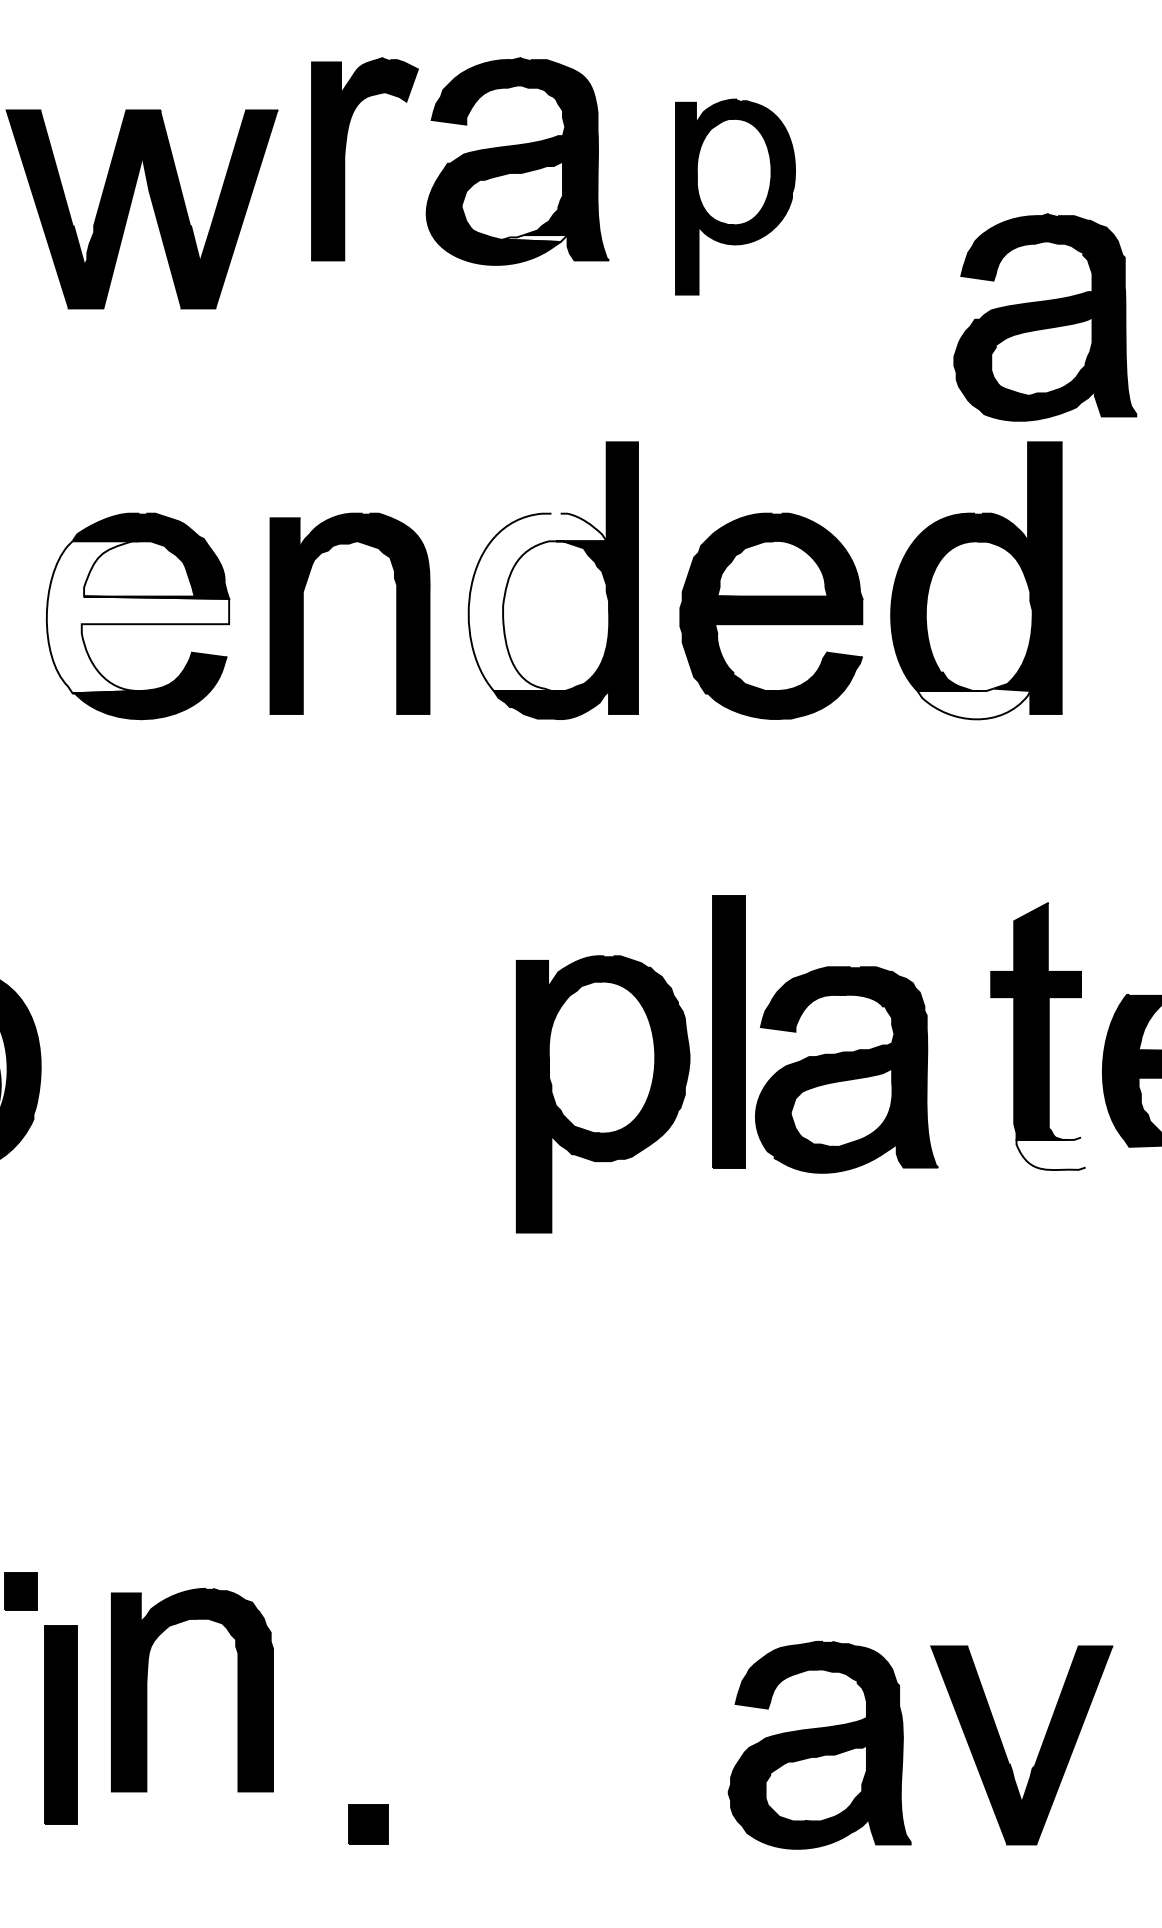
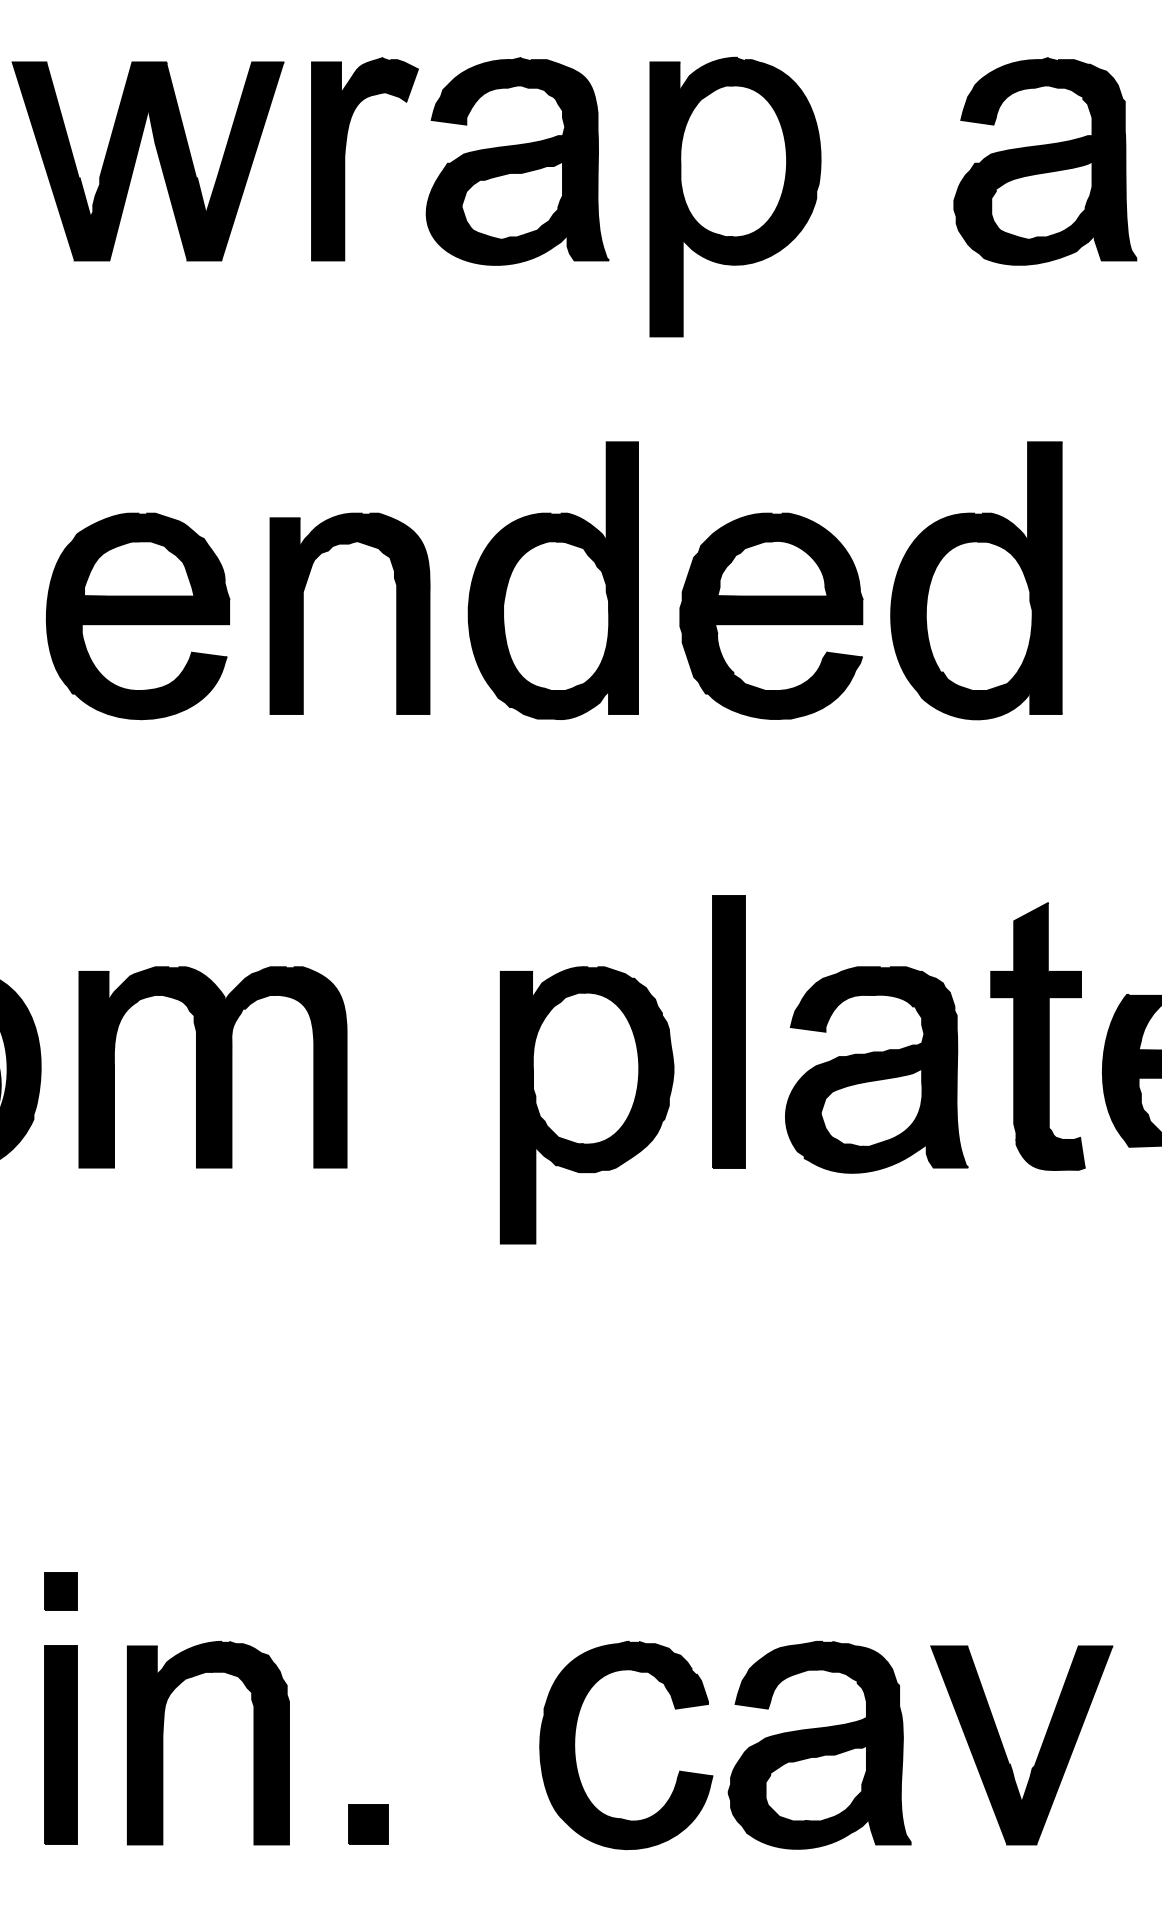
part at (735, 196) size: 121x198 px -> 173x282 px
part at (130, 208) position: (130, 208) -> (136, 160)
fill at (535, 238): none -> present
part at (1045, 317) position: (1045, 317) -> (1045, 161)
fill at (537, 601): none -> present
fill at (137, 617): none -> present
fill at (973, 703): none -> present
part at (212, 1067): none -> present
part at (846, 1069) position: (846, 1069) -> (876, 1069)
part at (602, 1094) position: (602, 1094) -> (586, 1105)
fill at (1050, 1153): none -> present
part at (20, 1591) position: (20, 1591) -> (60, 1591)
part at (147, 1690) position: (147, 1690) -> (163, 1743)
part at (60, 1724) position: (60, 1724) -> (60, 1744)
part at (575, 1745): none -> present
